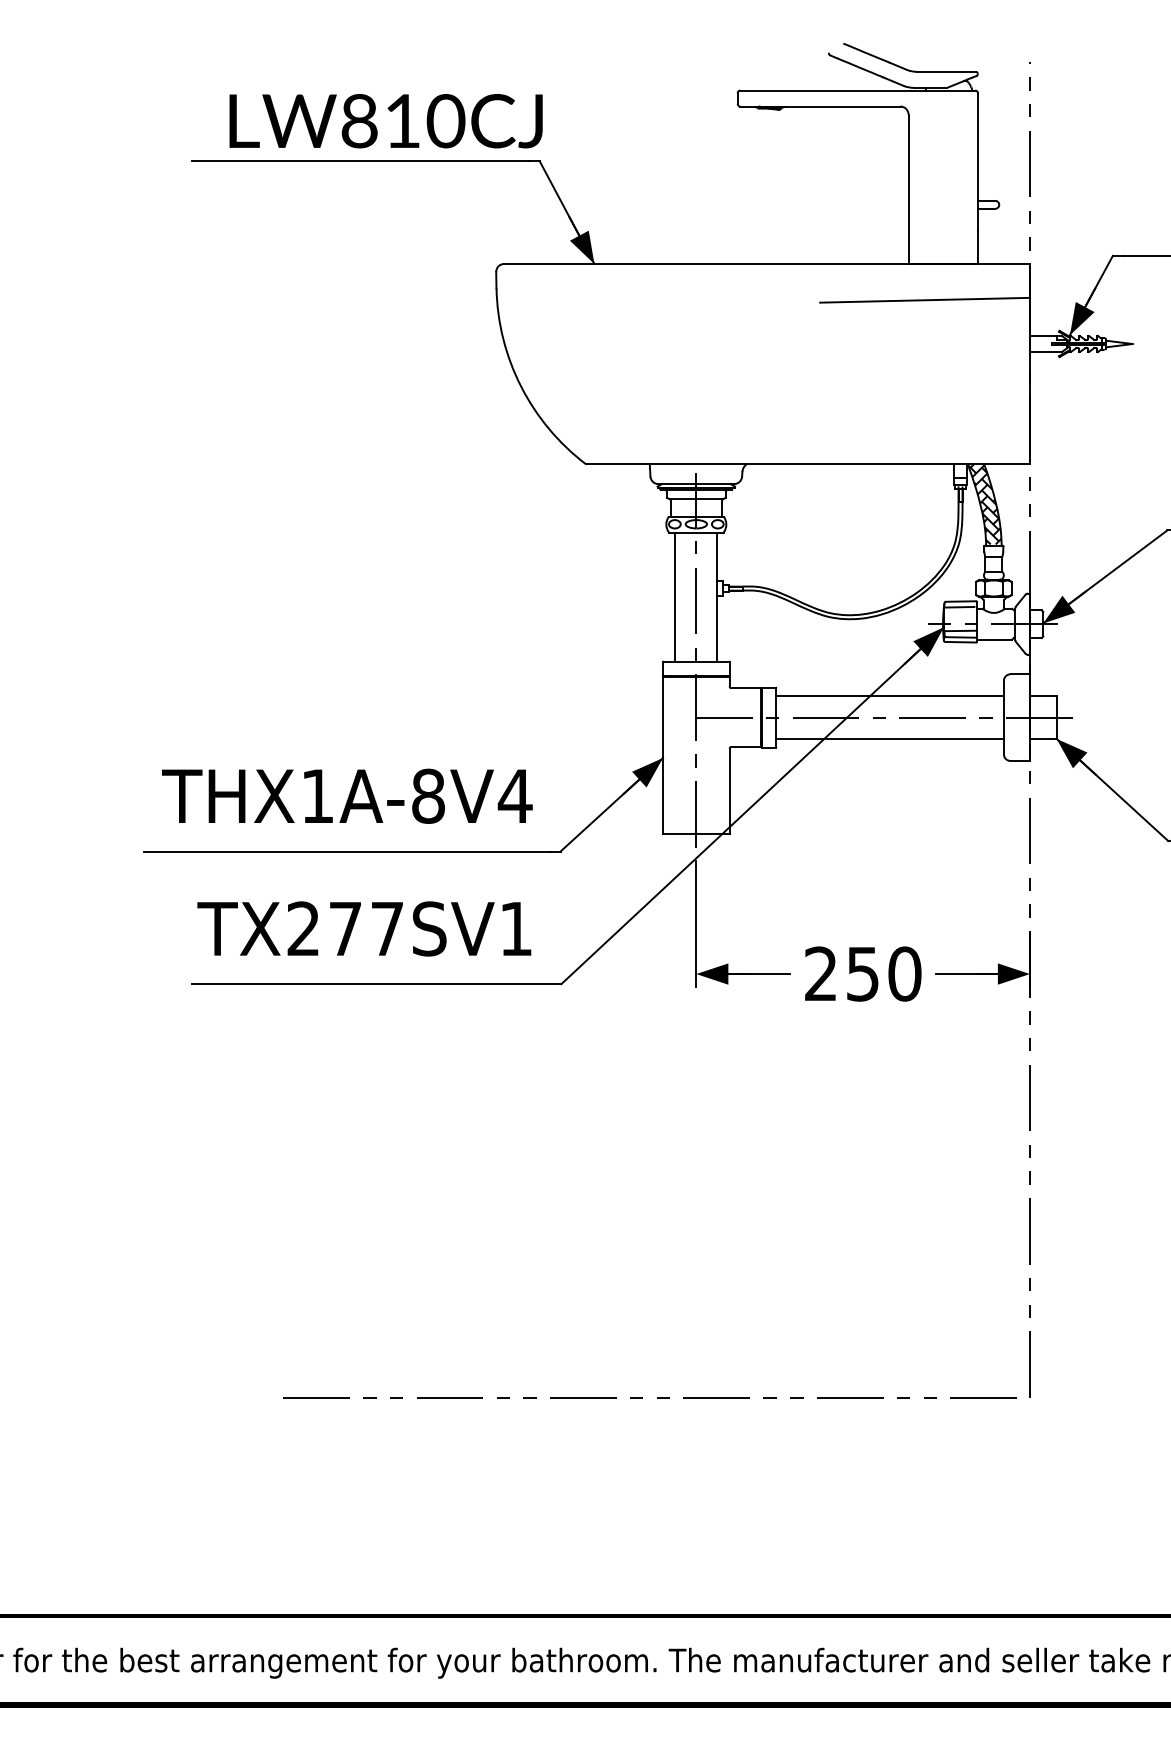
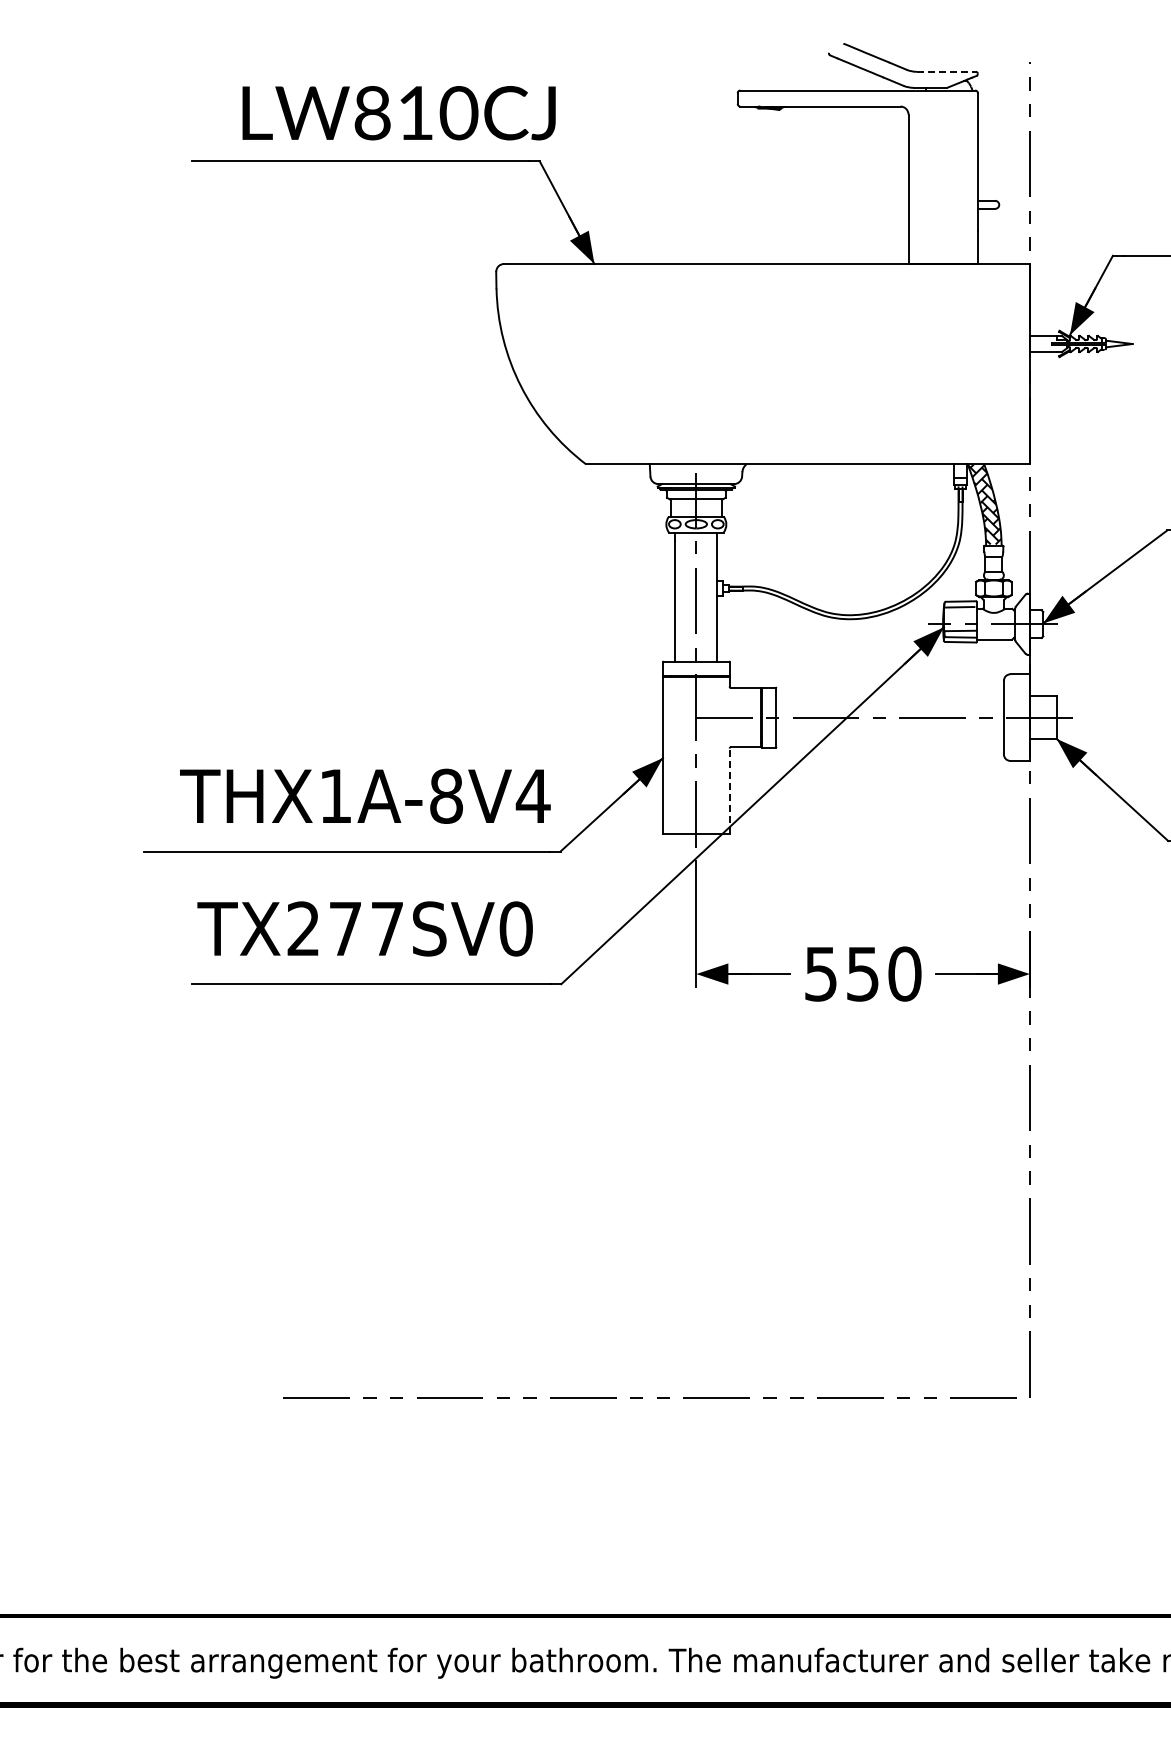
line at (946, 71): solid -> dashed
text at (385, 121) position: (385, 121) -> (398, 113)
line at (924, 299): present -> none
line at (889, 696): present -> none
line at (889, 738): present -> none
line at (729, 791): solid -> dashed
text at (347, 795) position: (347, 795) -> (365, 795)
text at (515, 928): TX277SV1 -> TX277SV0
text at (820, 973): 250 -> 550
